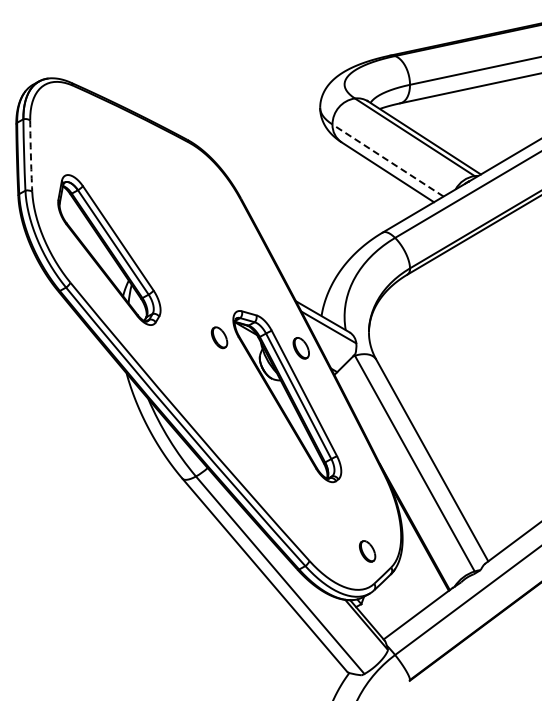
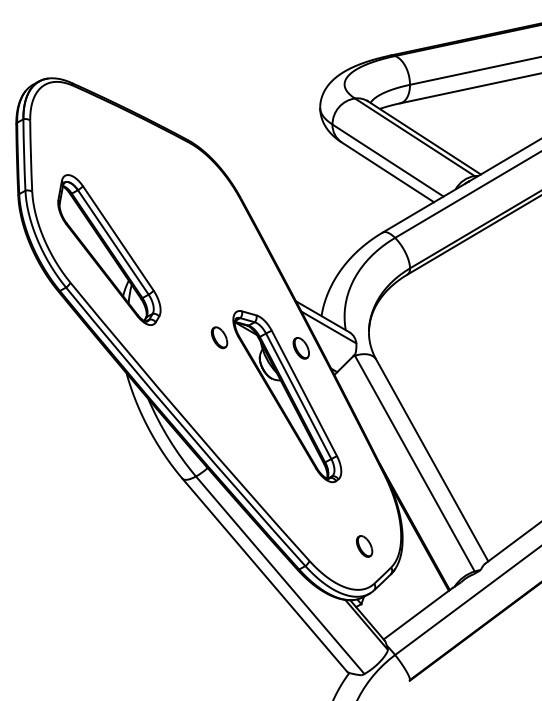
arc at (30, 156): dashed -> solid
line at (387, 160): dashed -> solid
part at (367, 551) position: (367, 551) -> (364, 546)
